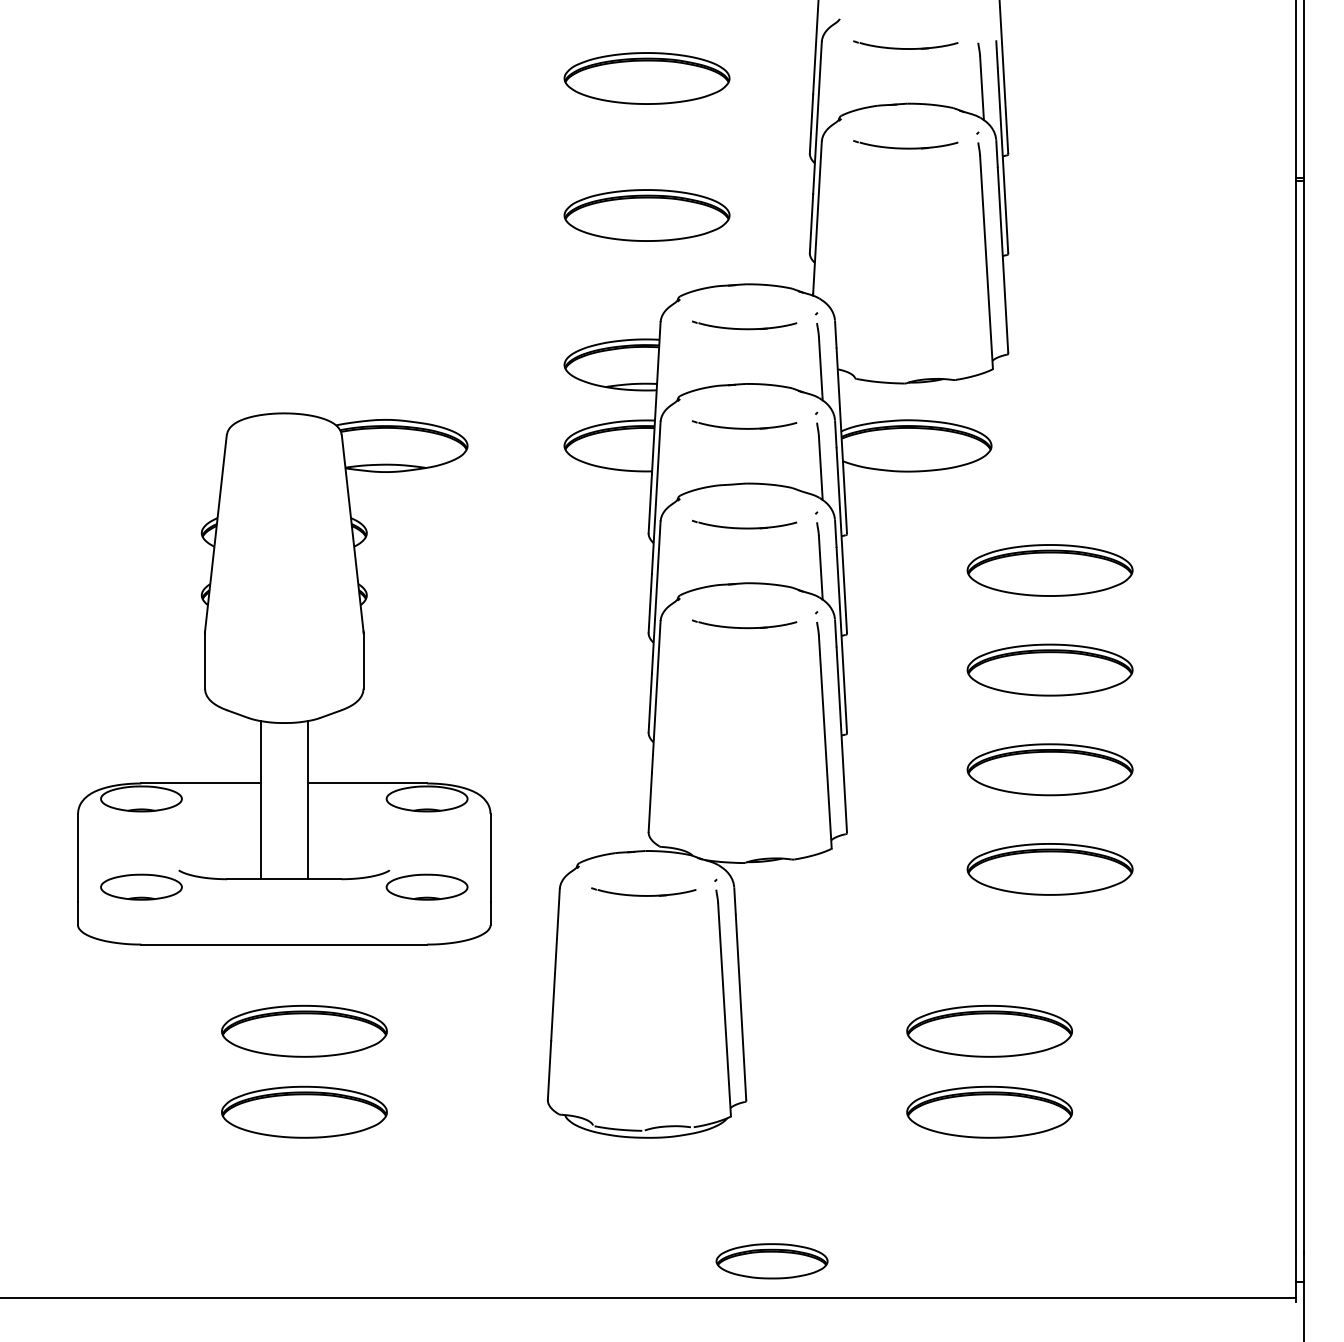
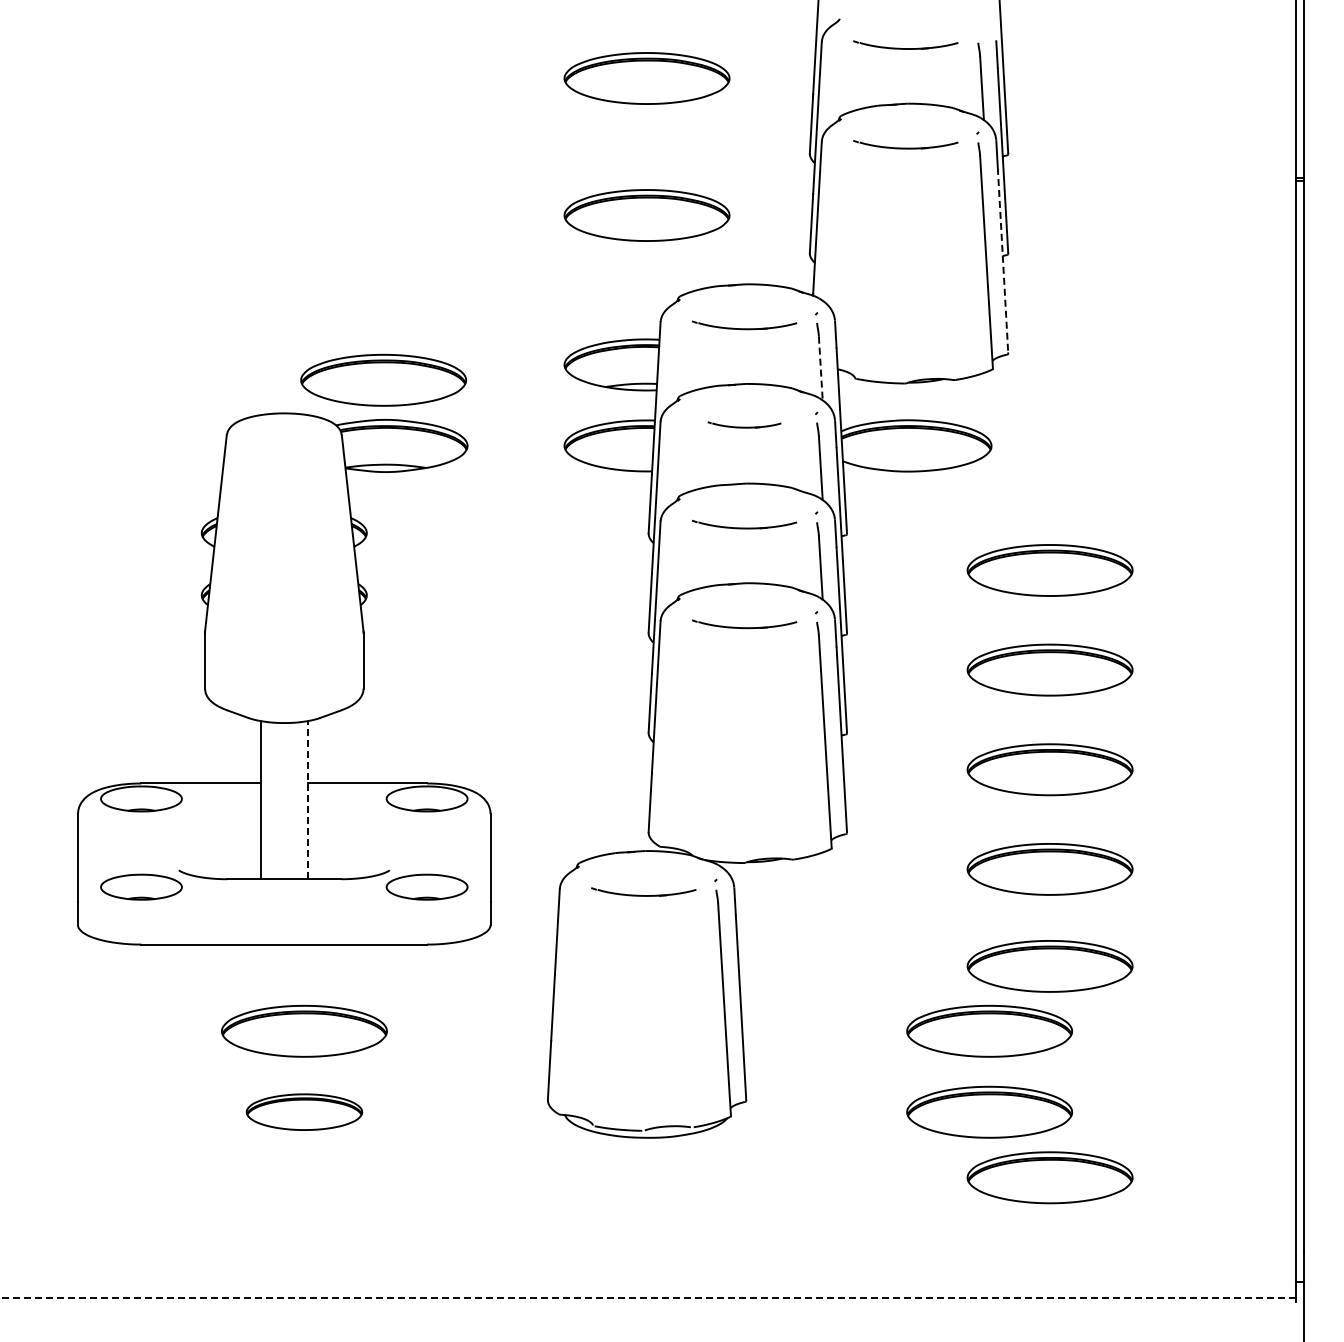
line at (1003, 260): solid -> dashed
line at (820, 368): solid -> dashed
part at (383, 380): none -> present
part at (744, 424) size: 107x10 px -> 75x8 px
line at (308, 799): solid -> dashed
part at (1049, 966): none -> present
part at (304, 1111) size: 167x54 px -> 119x38 px
part at (1049, 1177): none -> present
part at (771, 1261): present -> none
line at (648, 1298): solid -> dashed
